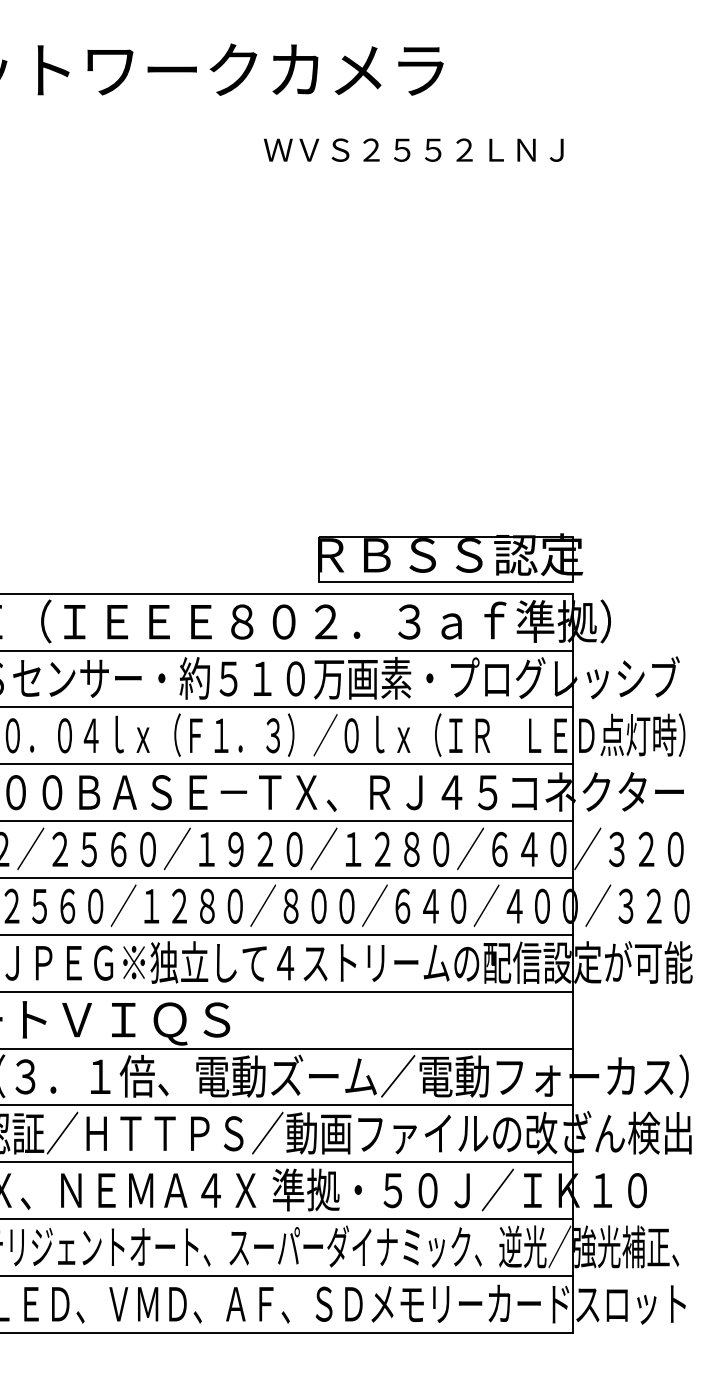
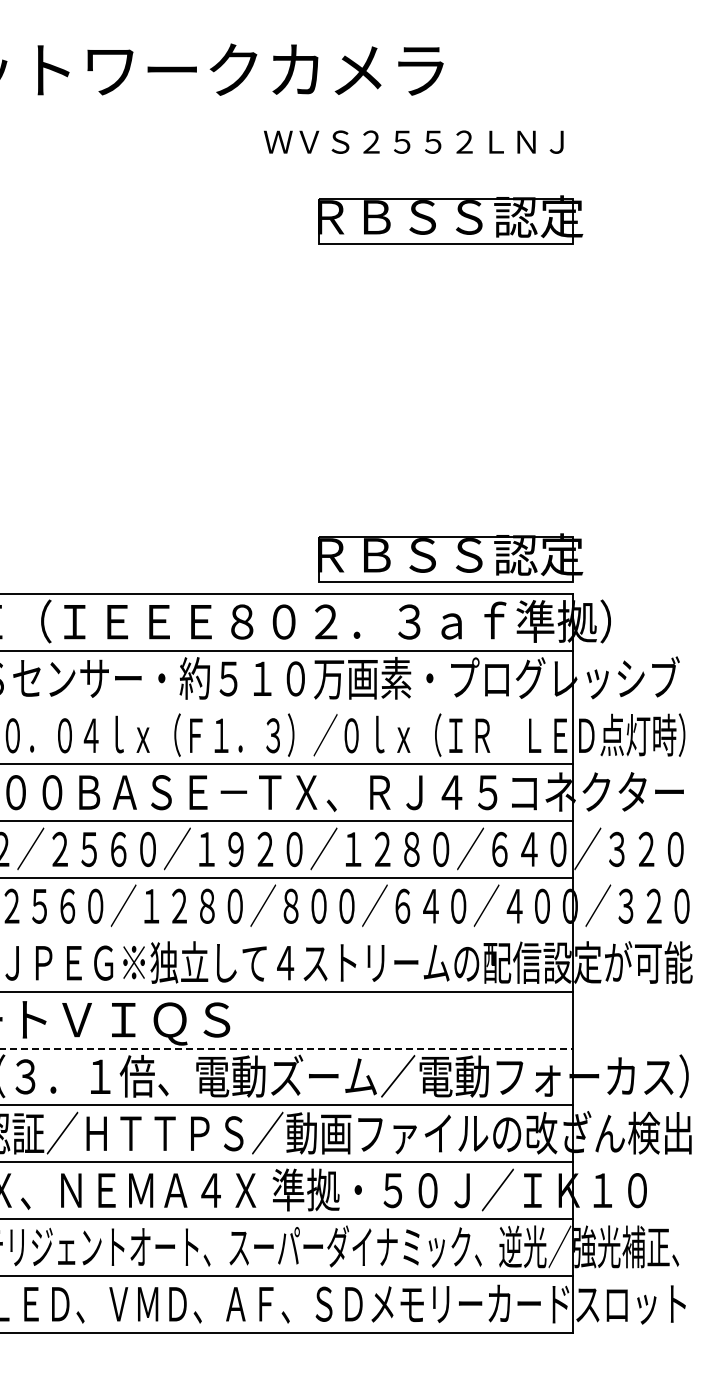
text at (413, 149) position: (413, 149) -> (413, 141)
part at (450, 219): none -> present
line at (287, 707): present -> none
line at (287, 934): present -> none
line at (287, 1048): solid -> dashed
